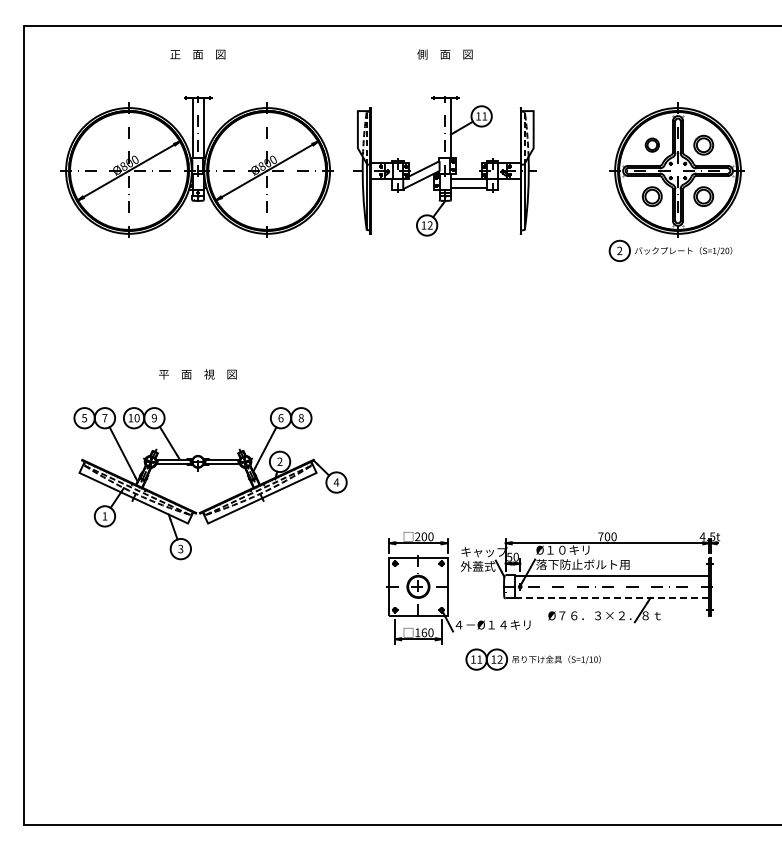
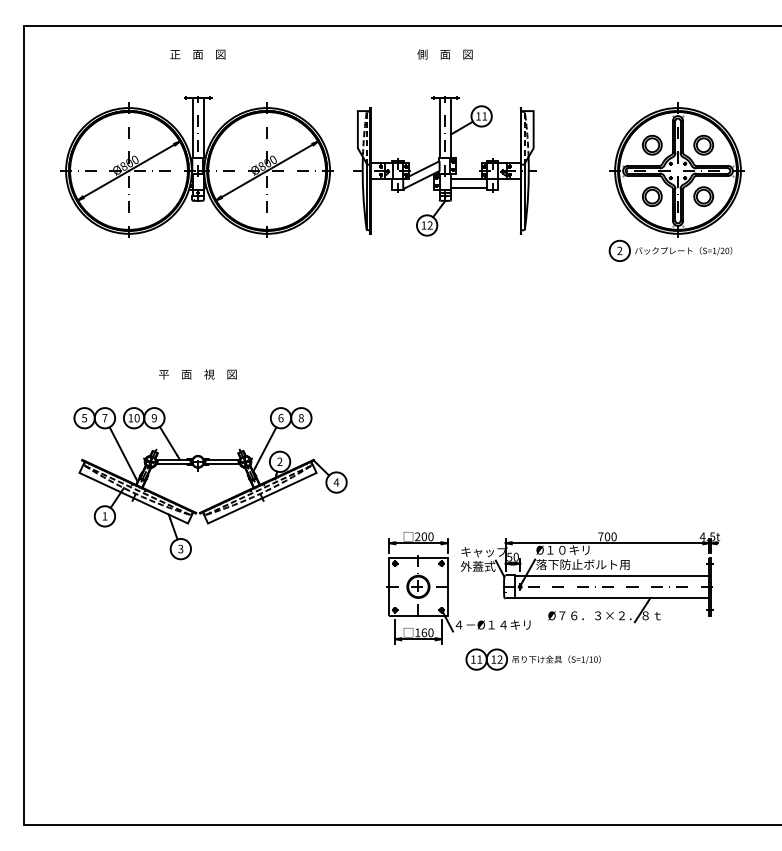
line at (439, 127): none -> present
part at (651, 144) size: 16x16 px -> 21x22 px
line at (612, 597): dashed -> solid
